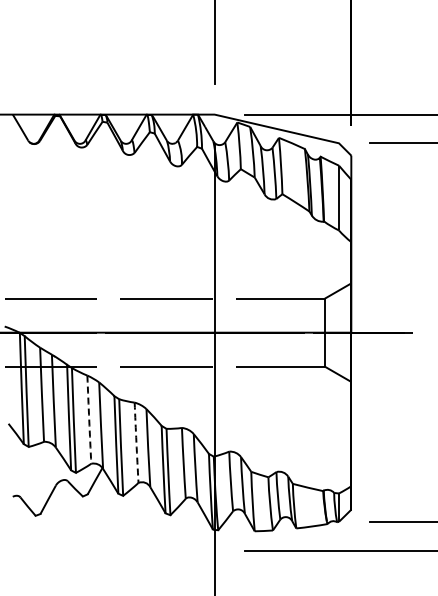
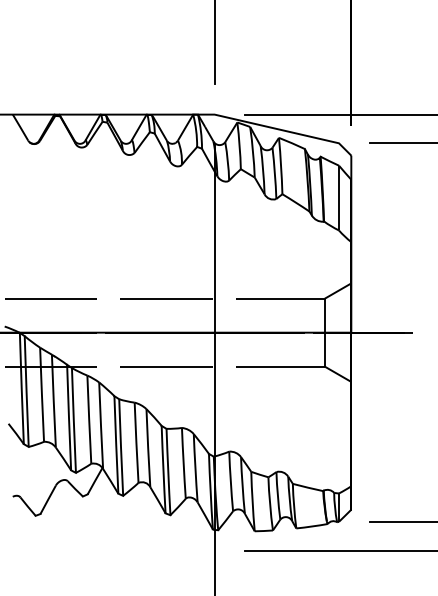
arc at (89, 419): dashed -> solid
arc at (136, 442): dashed -> solid
